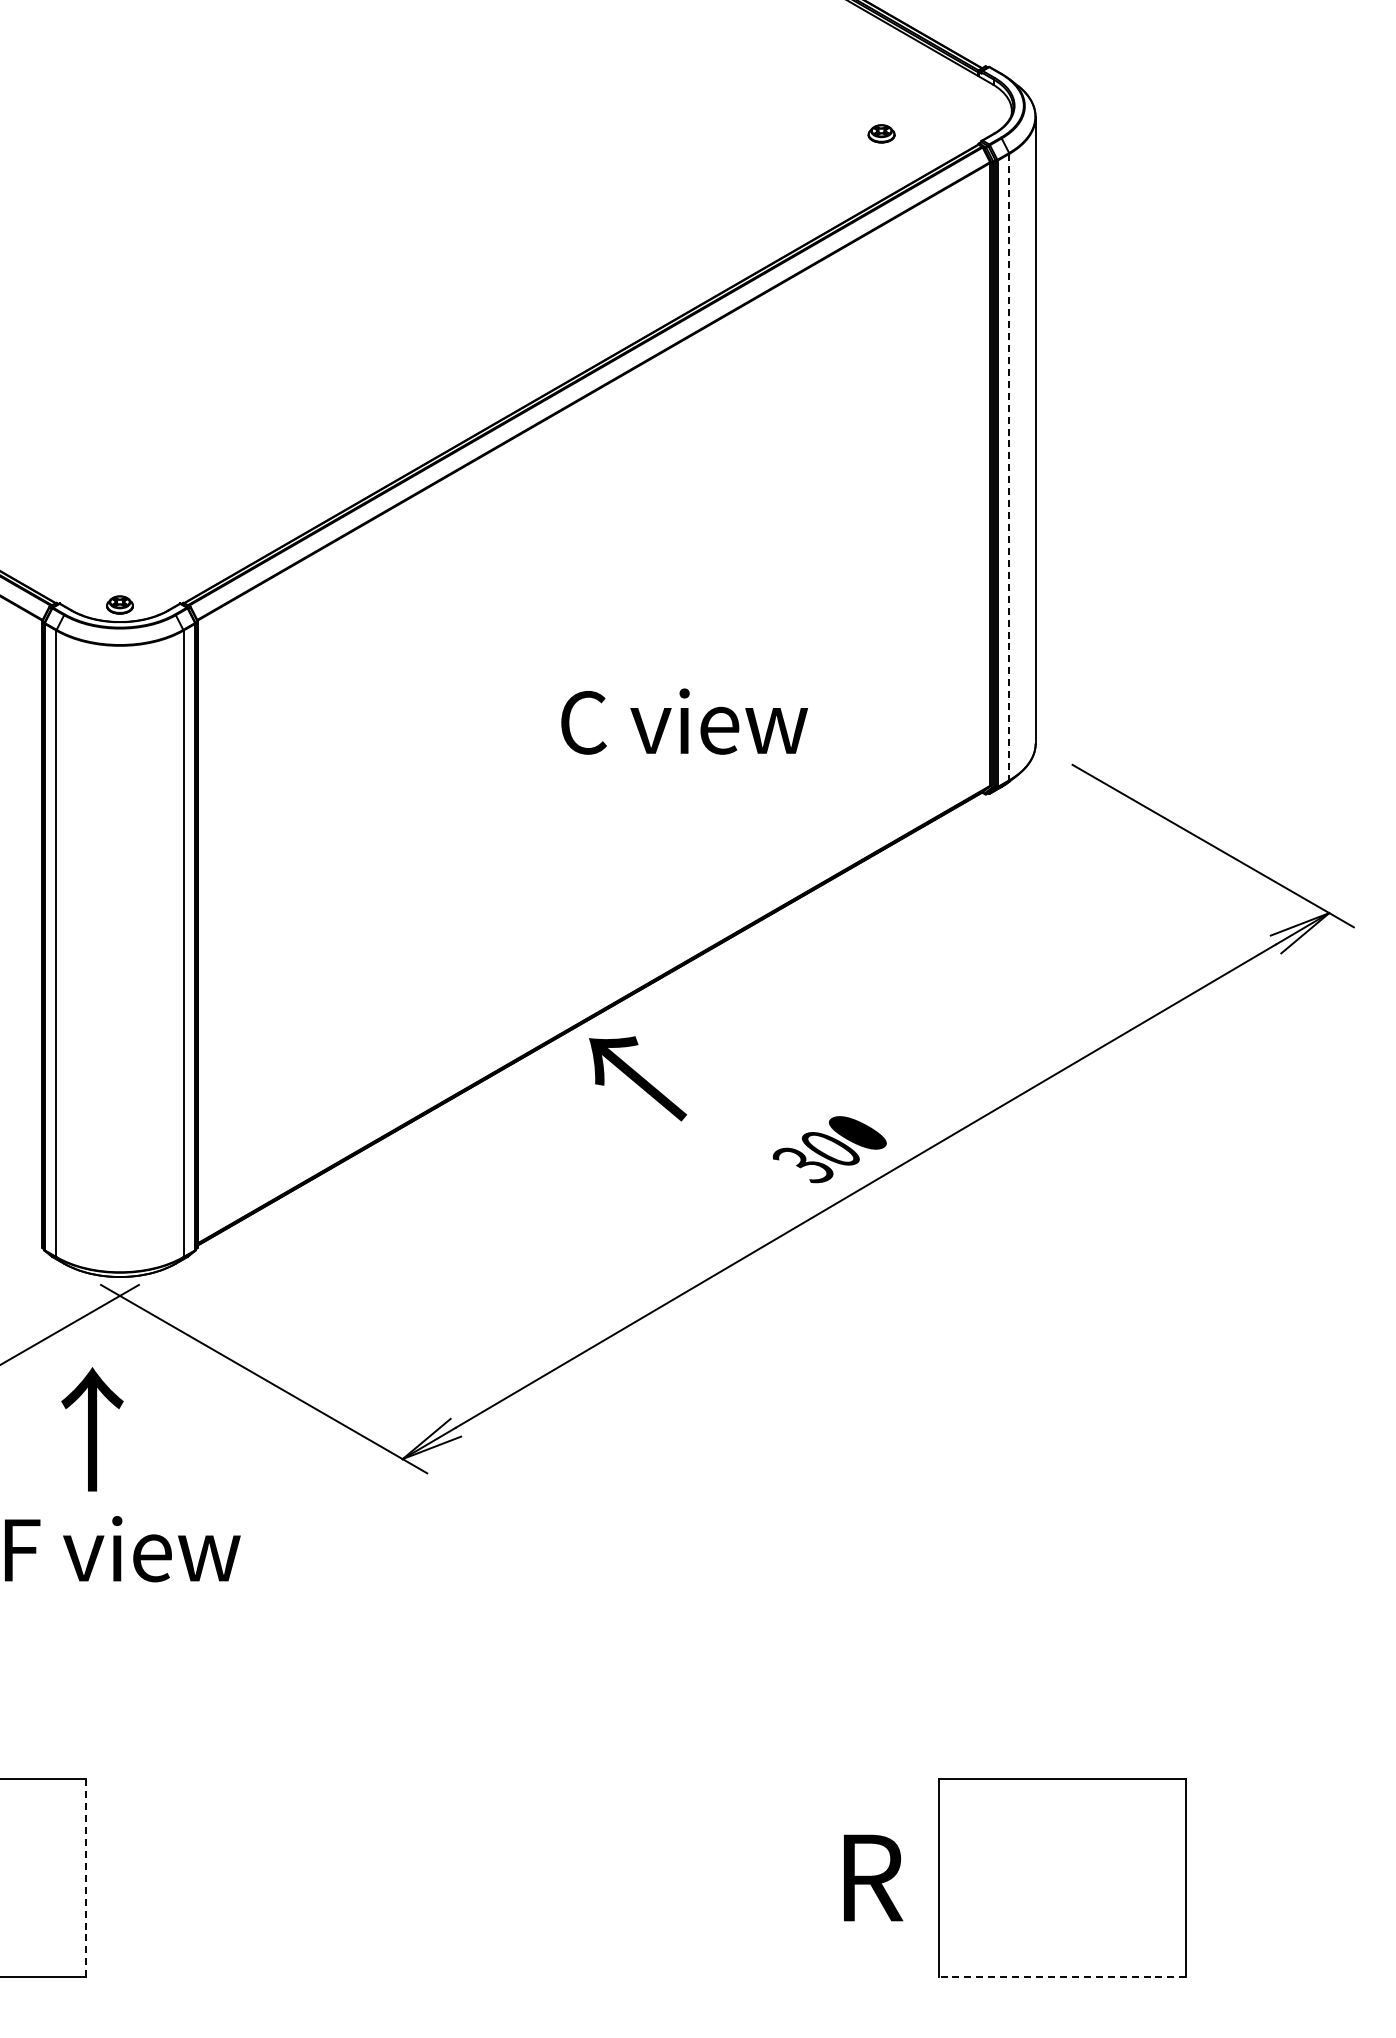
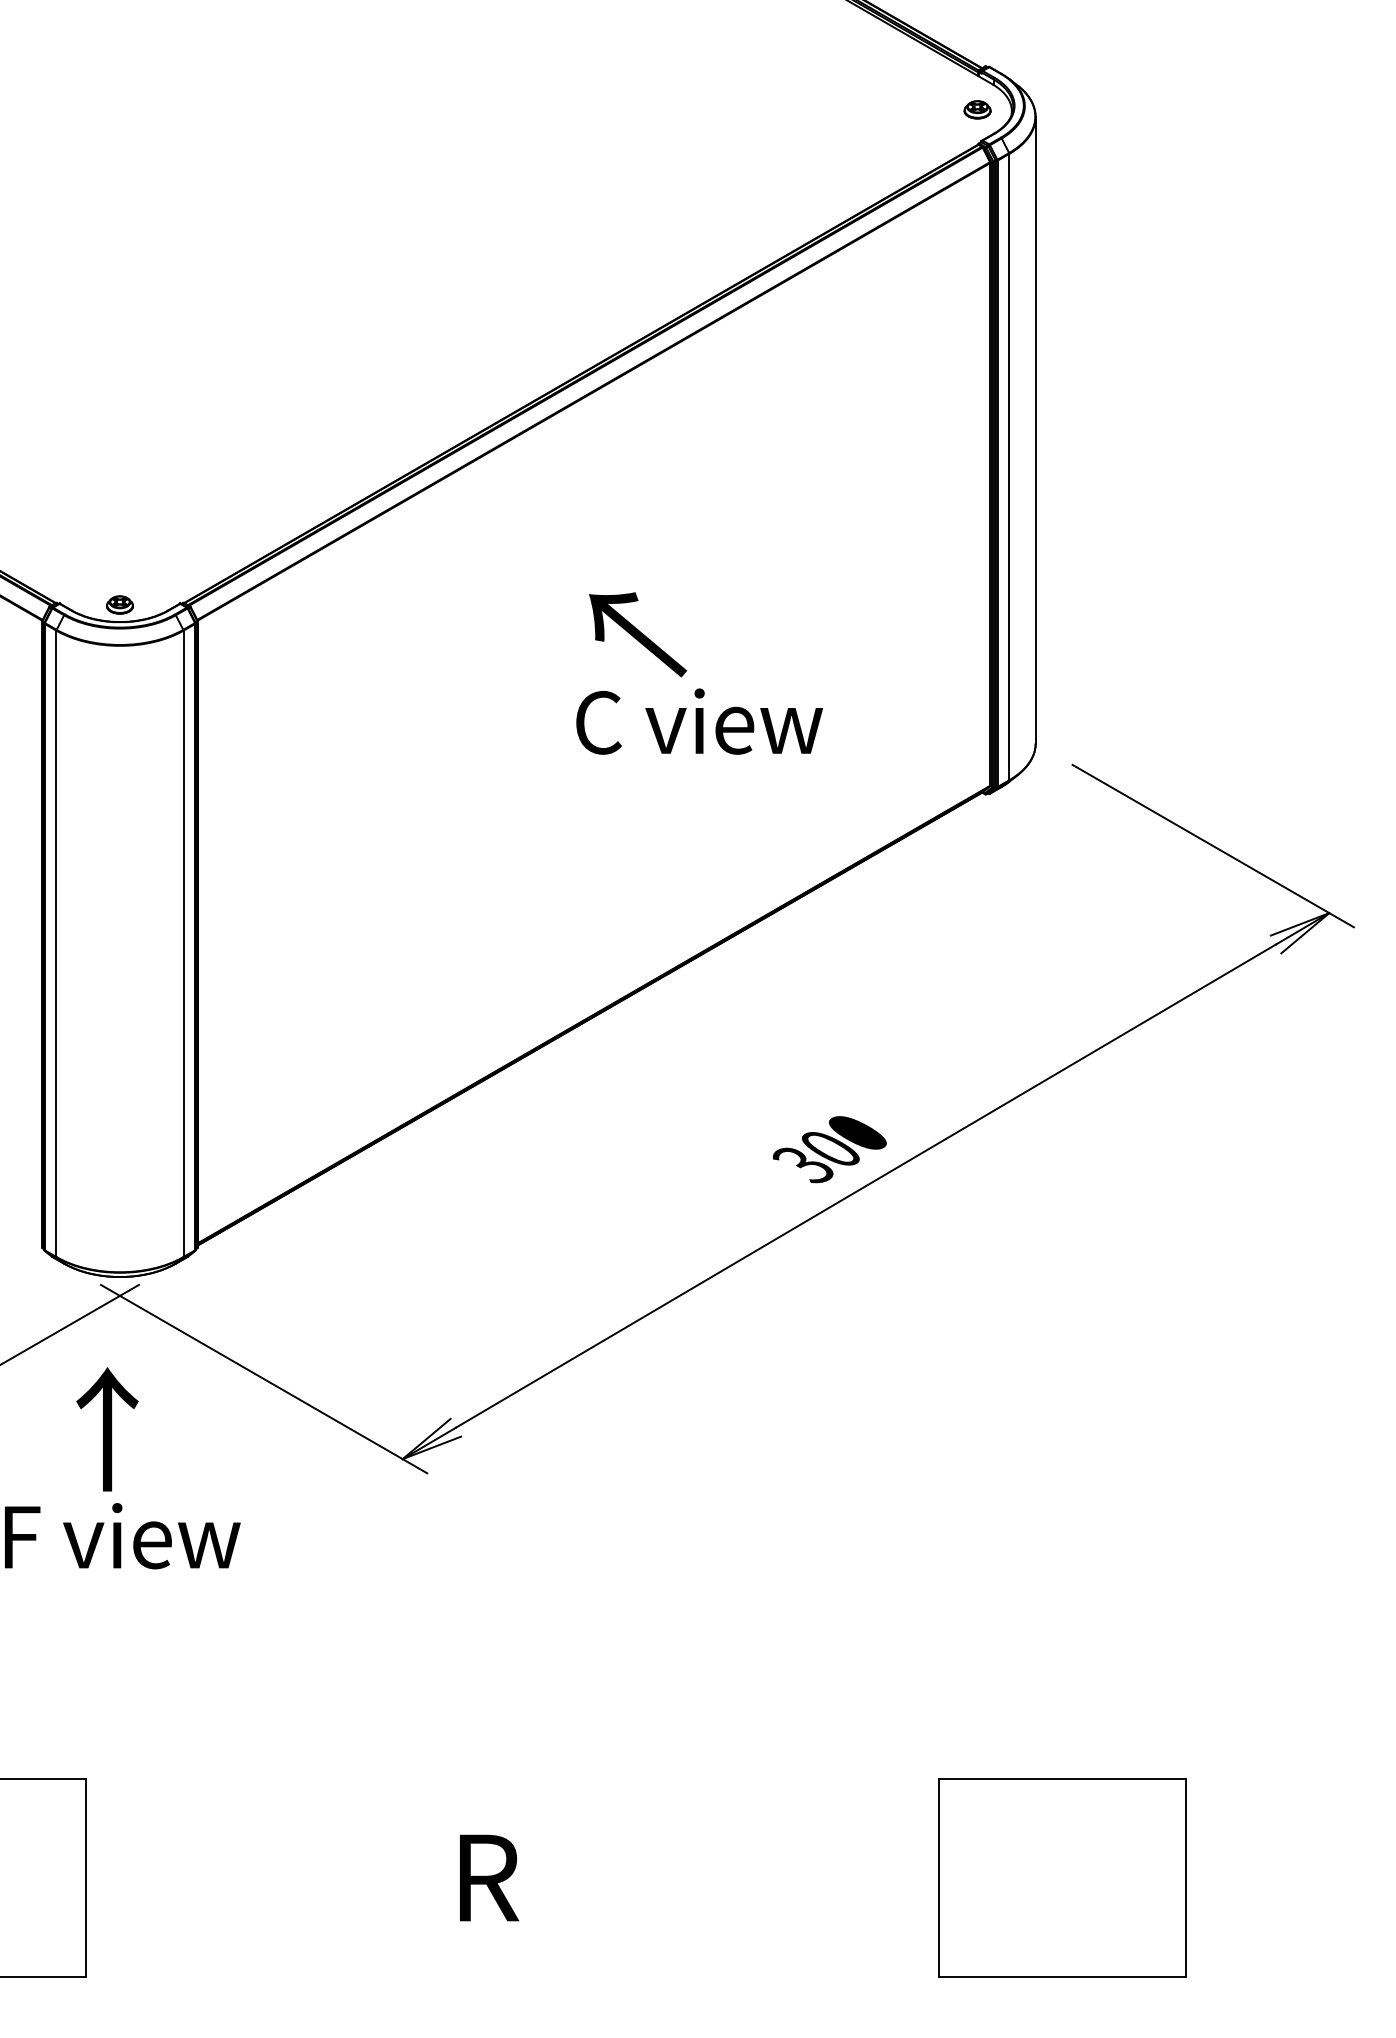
part at (881, 133) position: (881, 133) -> (977, 109)
line at (1009, 467): dashed -> solid
text at (684, 721) position: (684, 721) -> (699, 721)
text at (637, 1078) position: (637, 1078) -> (637, 634)
text at (92, 1429) position: (92, 1429) -> (107, 1429)
text at (122, 1549) position: (122, 1549) -> (122, 1536)
text at (873, 1877) position: (873, 1877) -> (489, 1877)
line at (85, 1878): dashed -> solid
line at (1062, 1976): dashed -> solid
